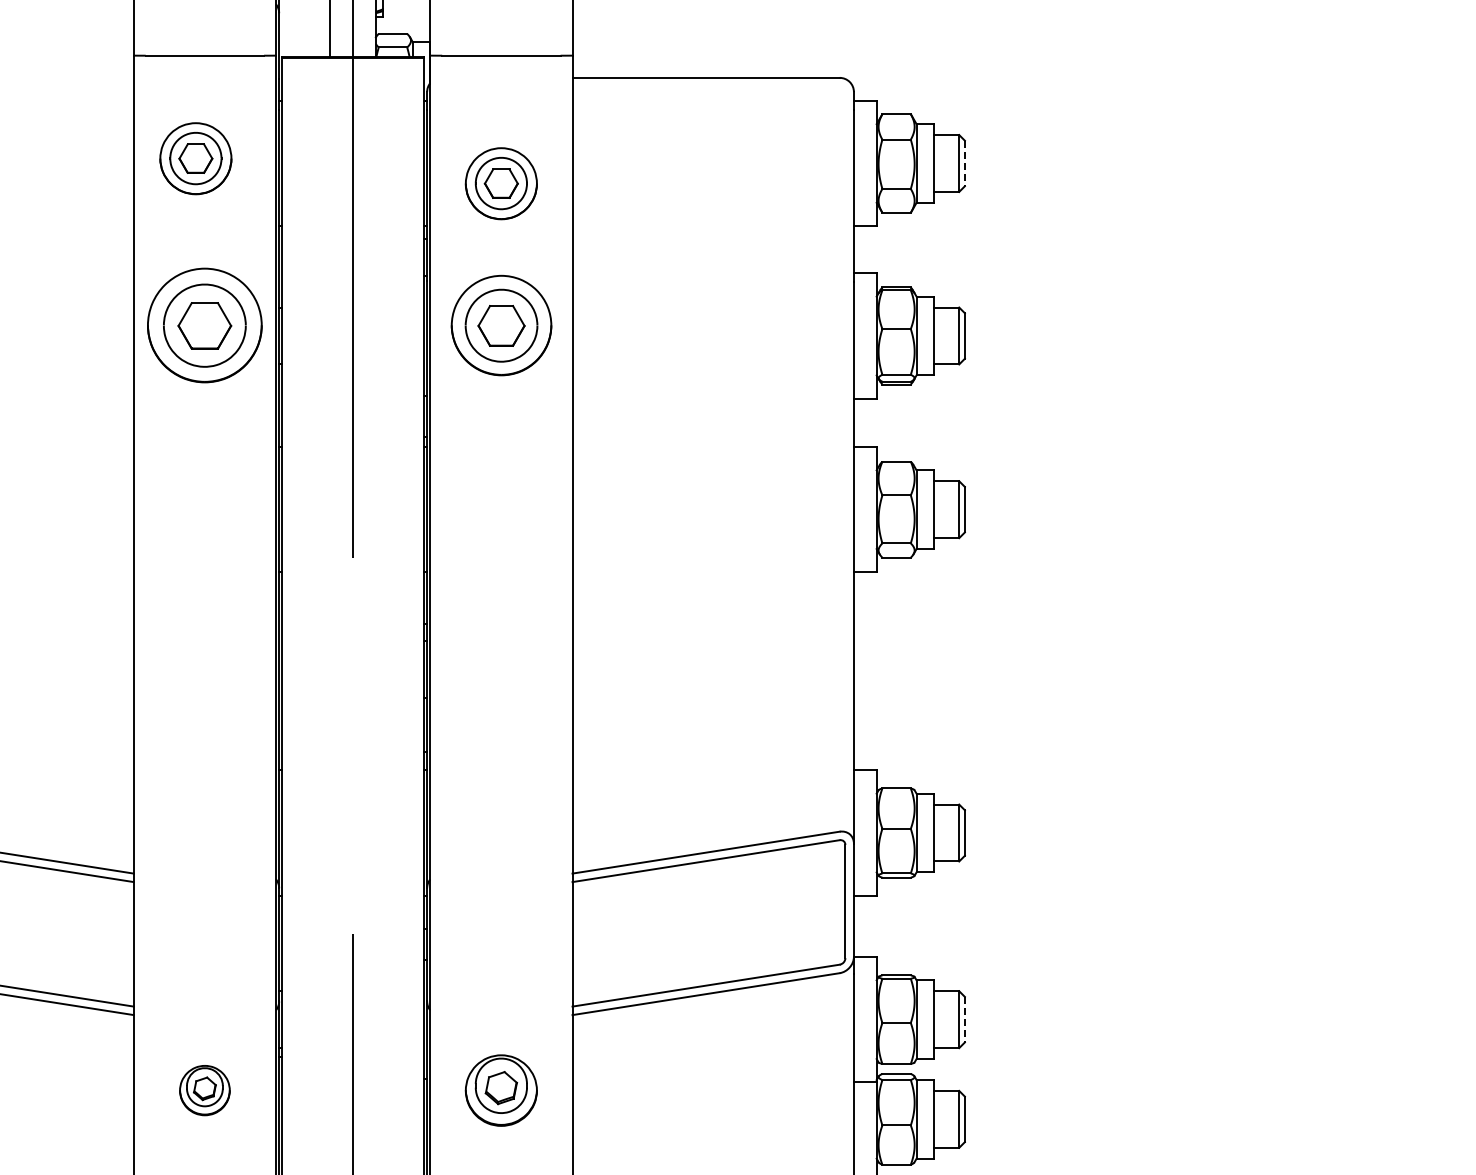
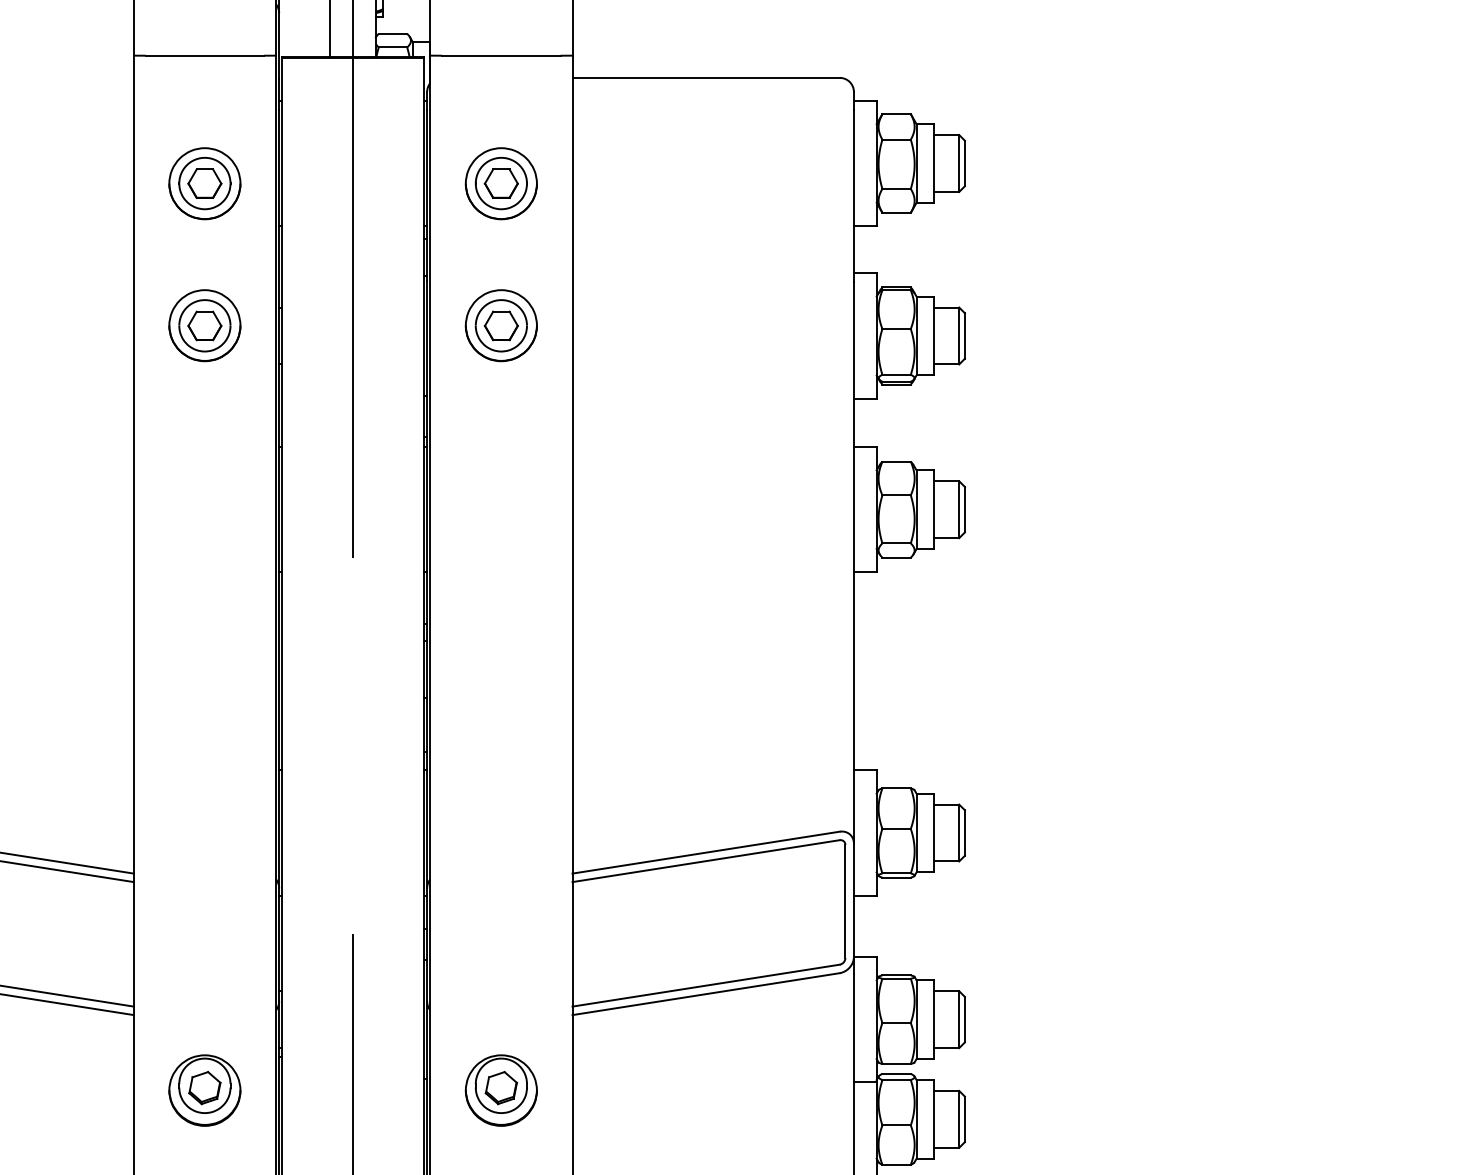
part at (195, 158) position: (195, 158) -> (204, 183)
line at (964, 163): dashed -> solid
part at (204, 325) size: 116x117 px -> 74x74 px
part at (501, 325) size: 103x103 px -> 74x74 px
line at (964, 1019): dashed -> solid
part at (204, 1090) size: 52x52 px -> 74x73 px
